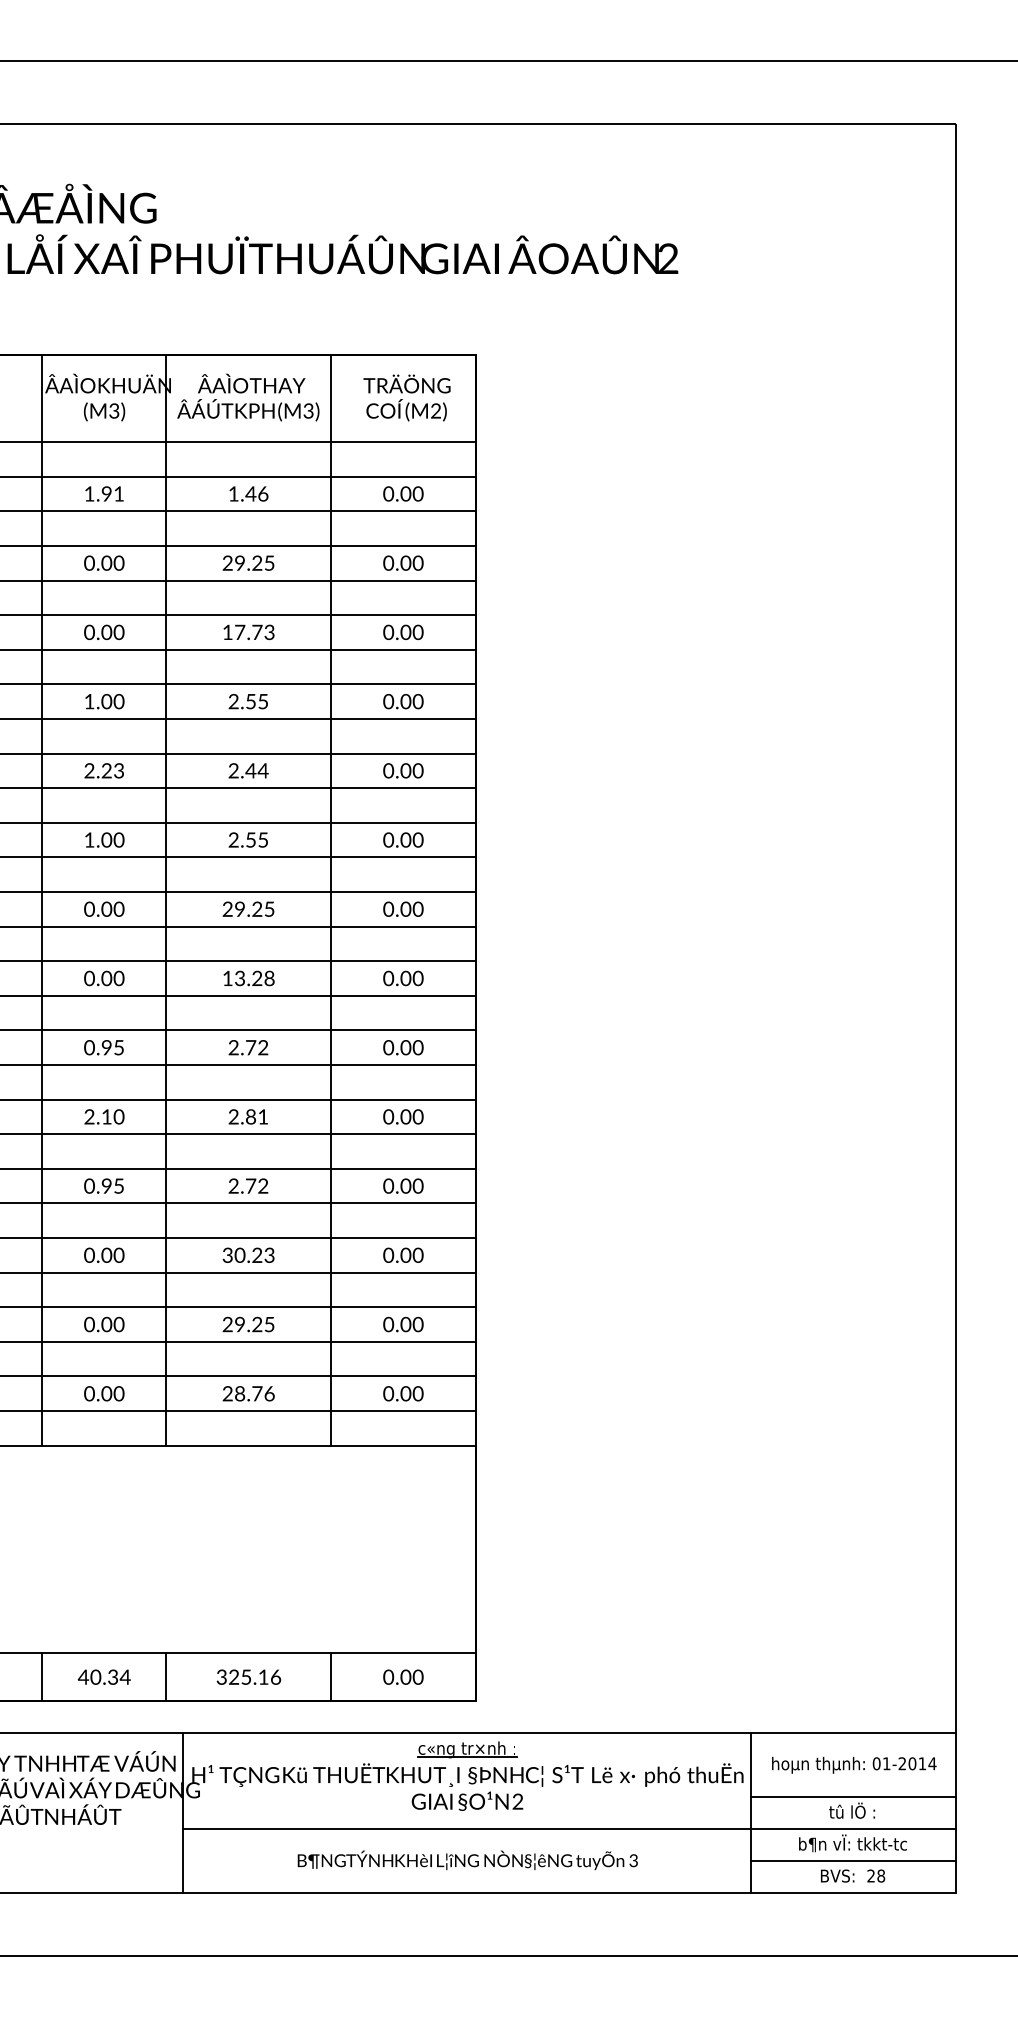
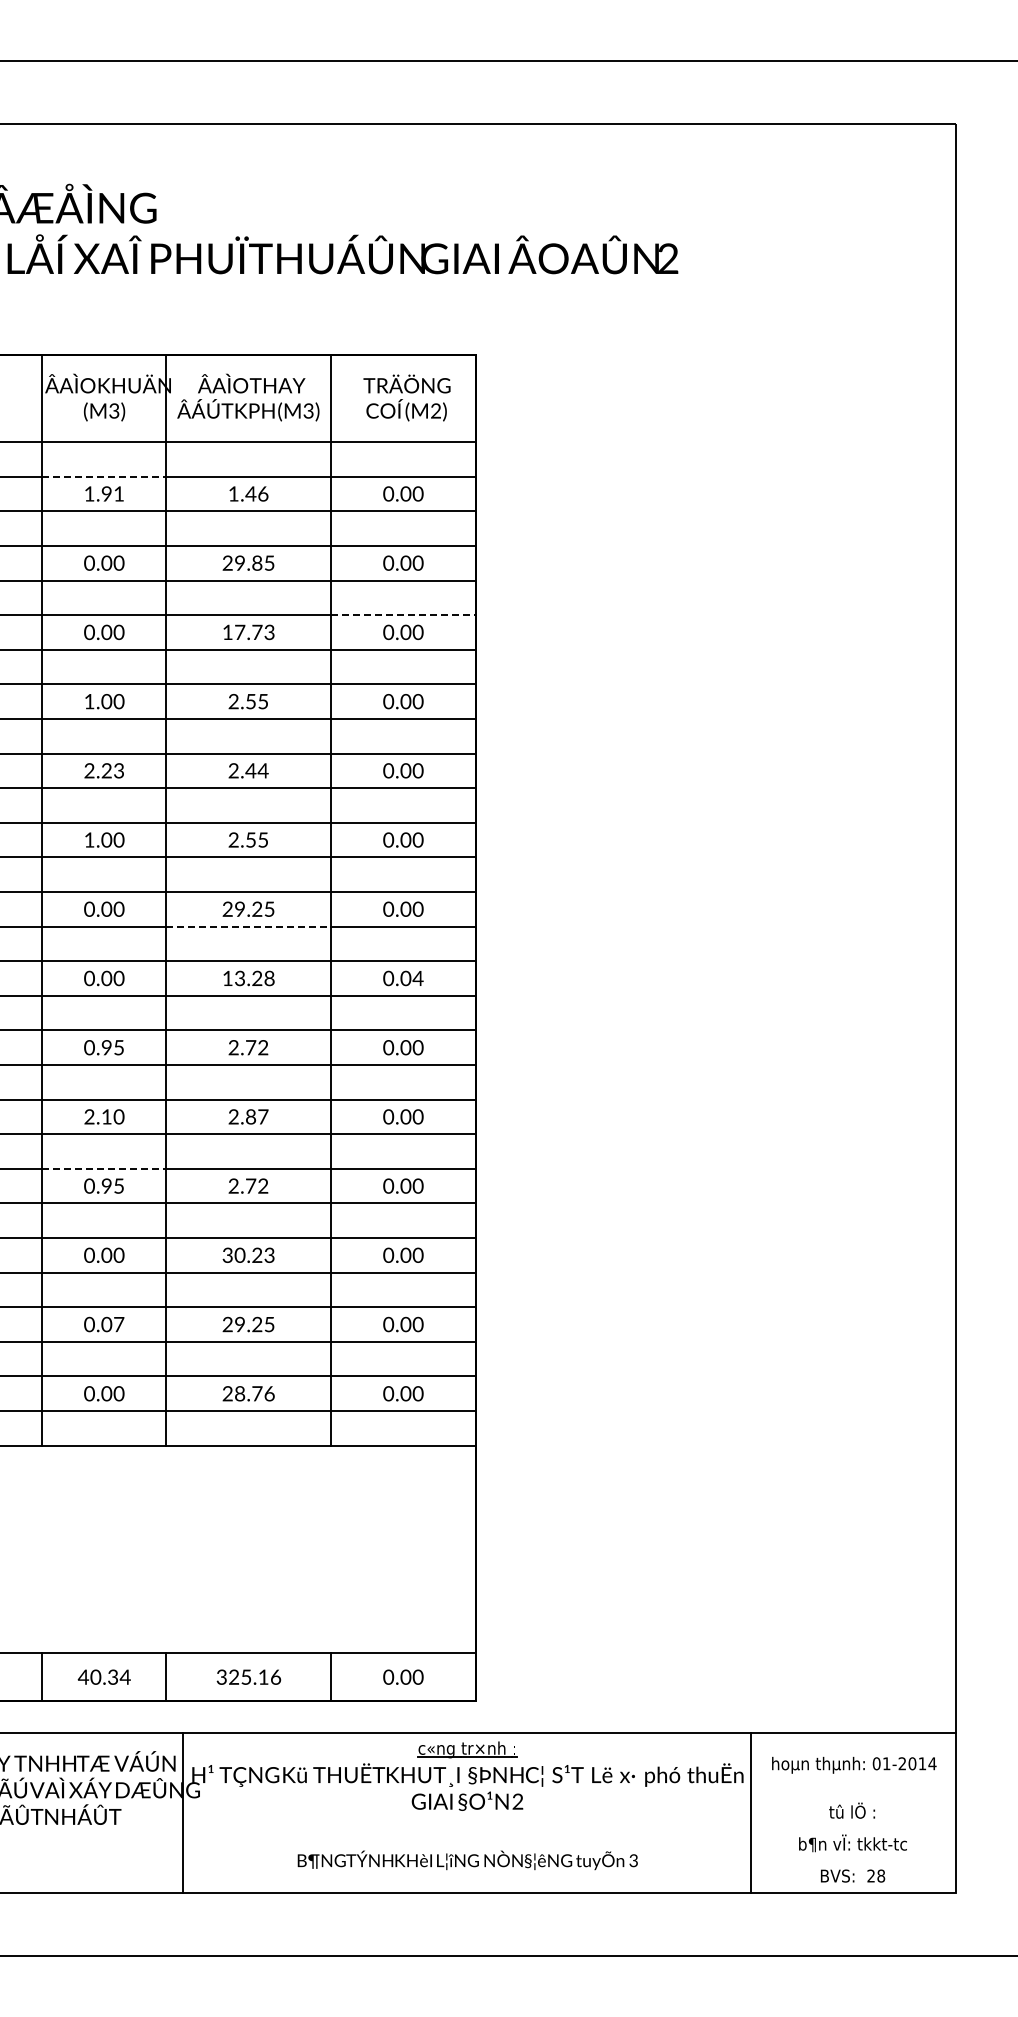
line at (104, 476): solid -> dashed
text at (257, 563): 29.25 -> 29.85
line at (403, 615): solid -> dashed
line at (248, 926): solid -> dashed
text at (417, 978): 0.00 -> 0.04
text at (263, 1116): 2.81 -> 2.87
line at (104, 1168): solid -> dashed
text at (118, 1324): 0.00 -> 0.07
line at (853, 1796): present -> none
line at (569, 1828): present -> none
line at (853, 1860): present -> none
